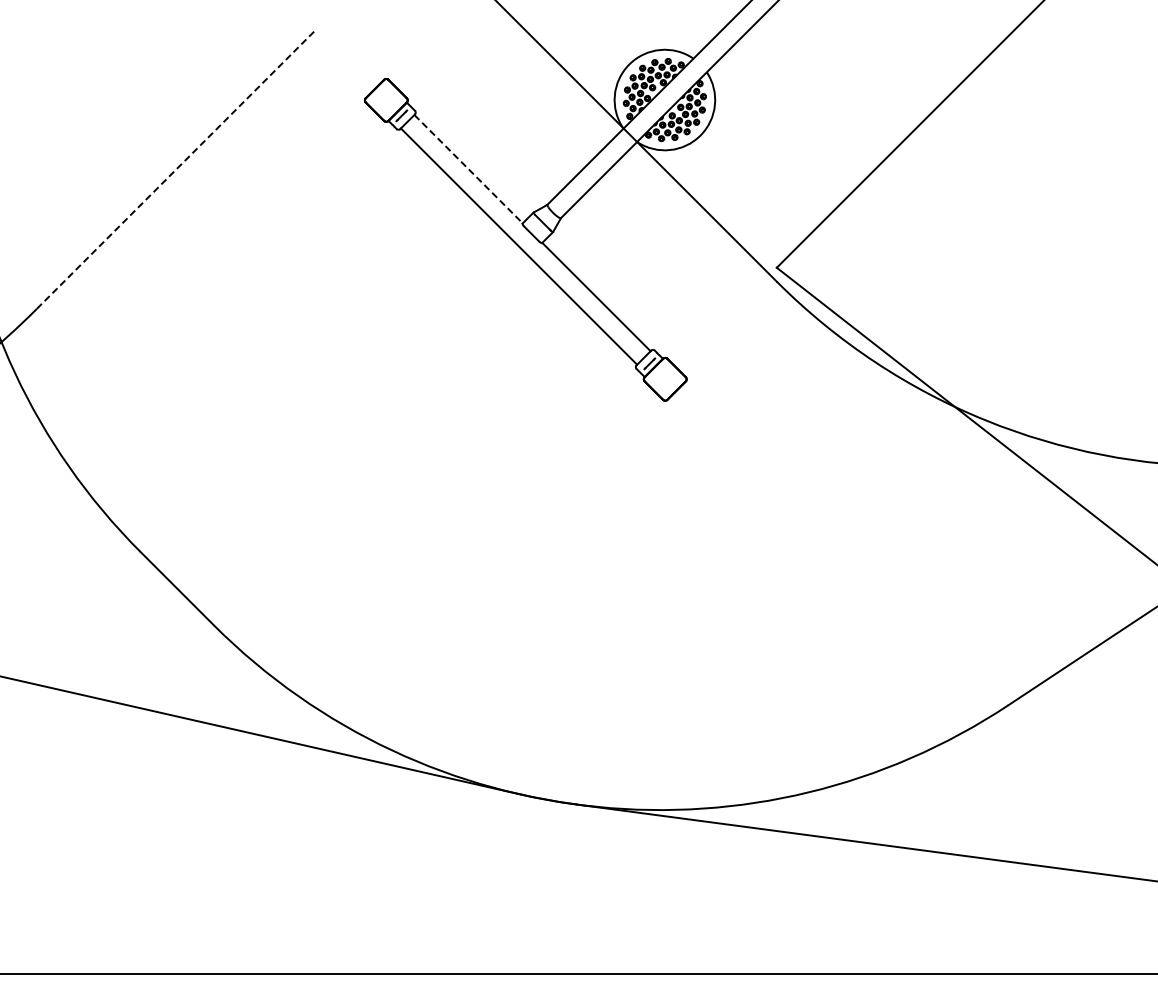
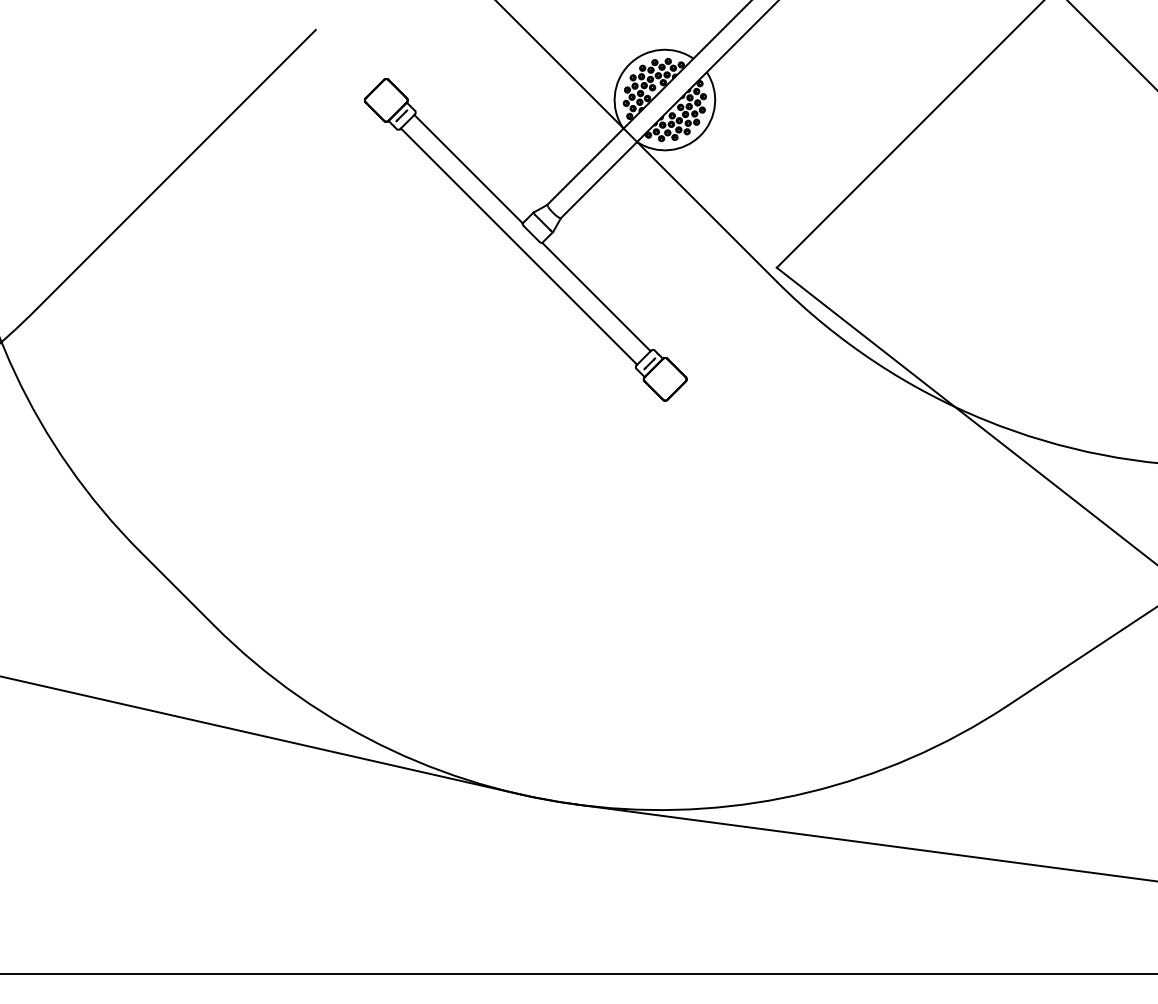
line at (1111, 44): none -> present
line at (176, 169): dashed -> solid
line at (468, 169): dashed -> solid
